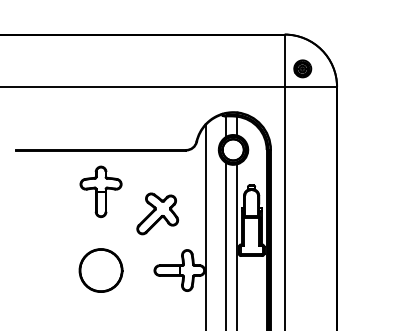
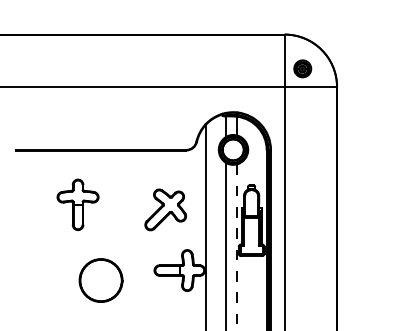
part at (100, 191) position: (100, 191) -> (77, 204)
part at (157, 213) position: (157, 213) -> (165, 209)
line at (237, 248): solid -> dashed
part at (100, 270) position: (100, 270) -> (100, 280)
